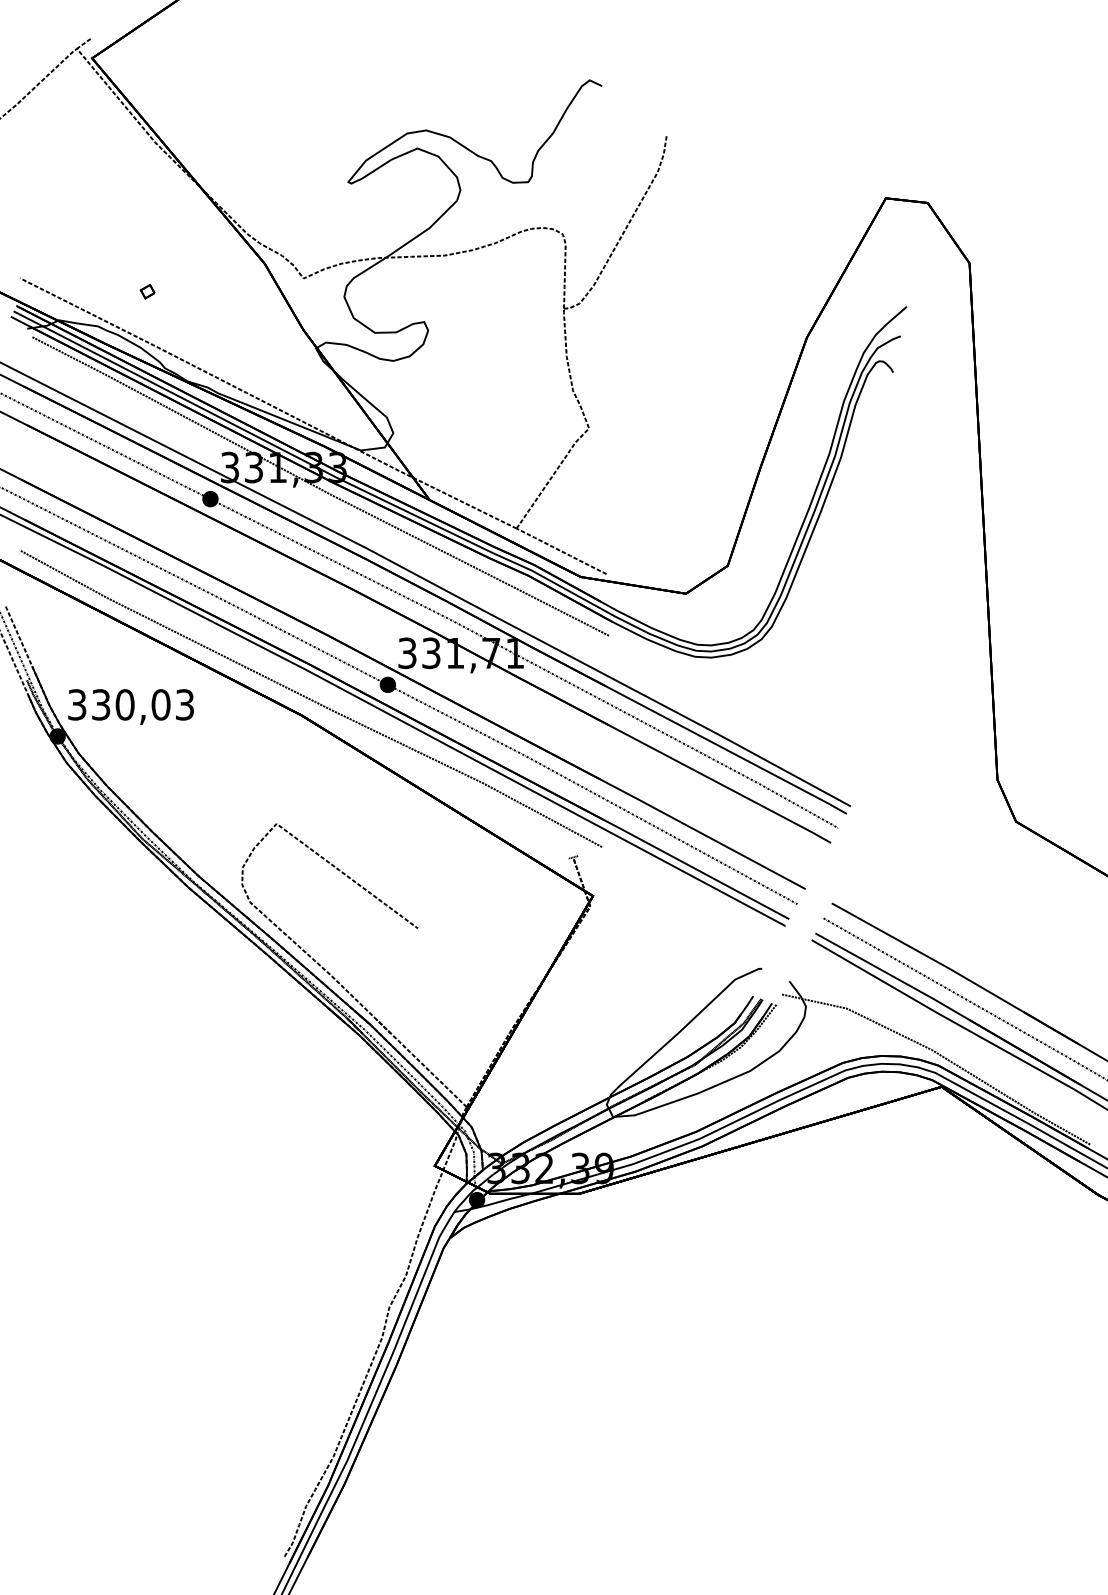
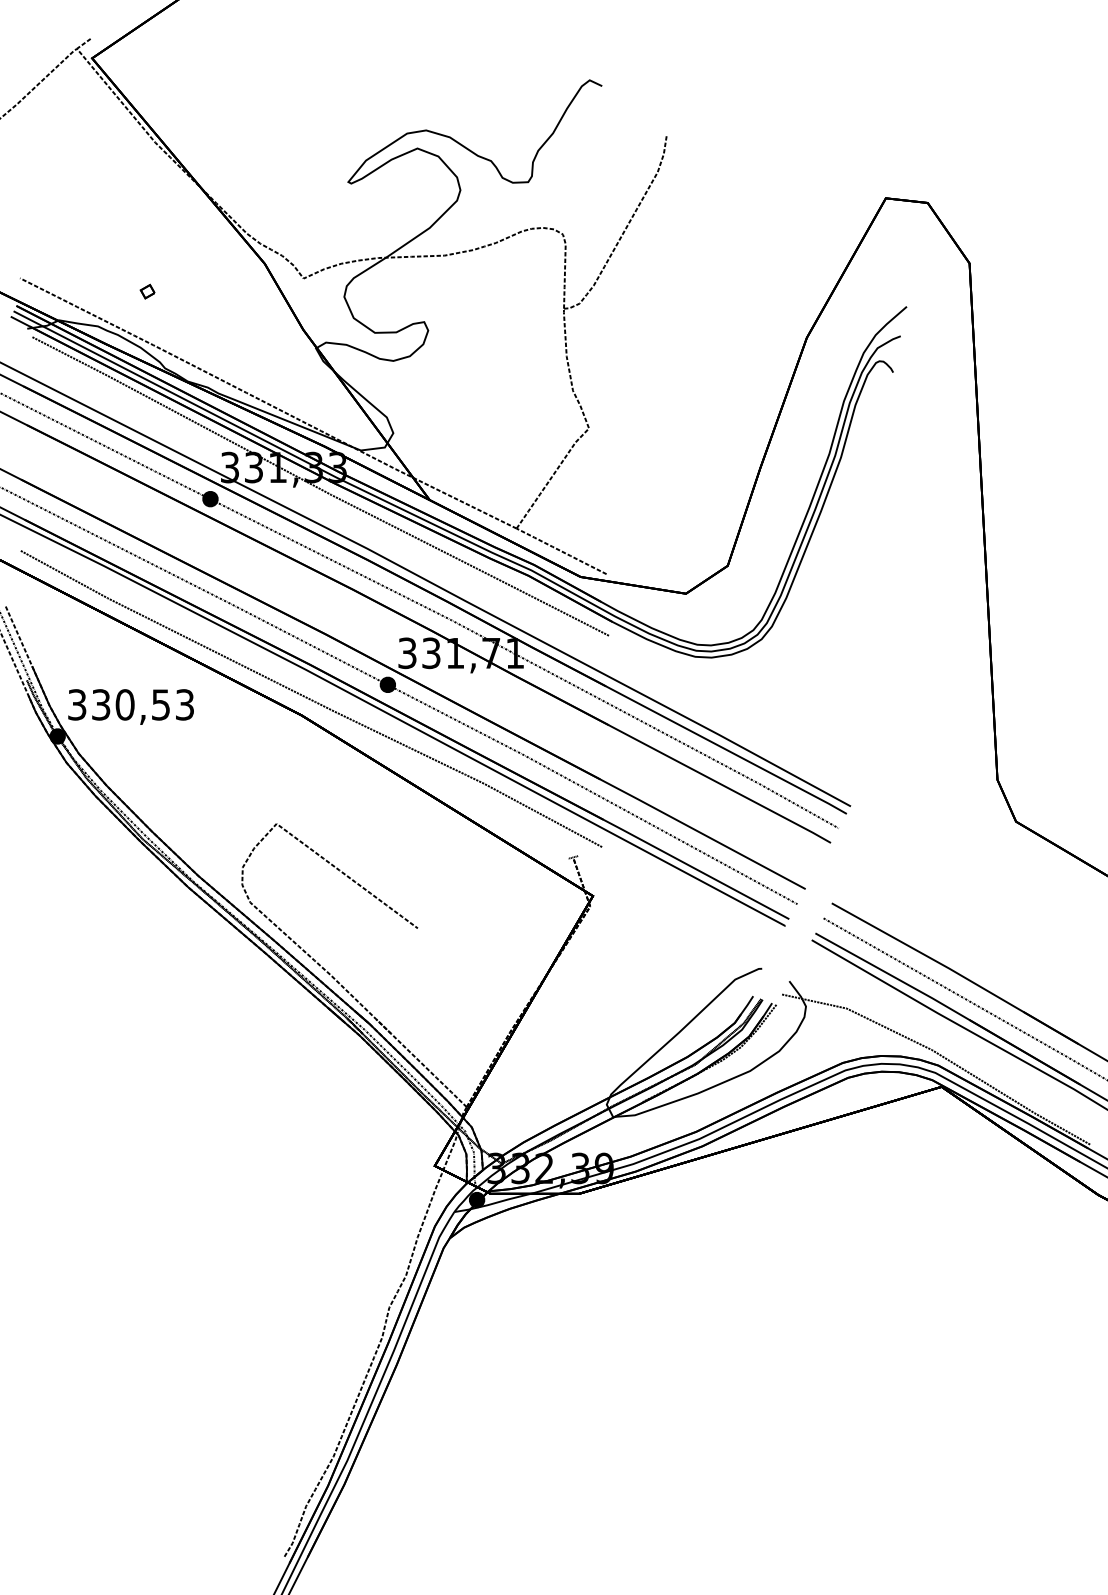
text at (160, 704): 330,03 -> 330,53
